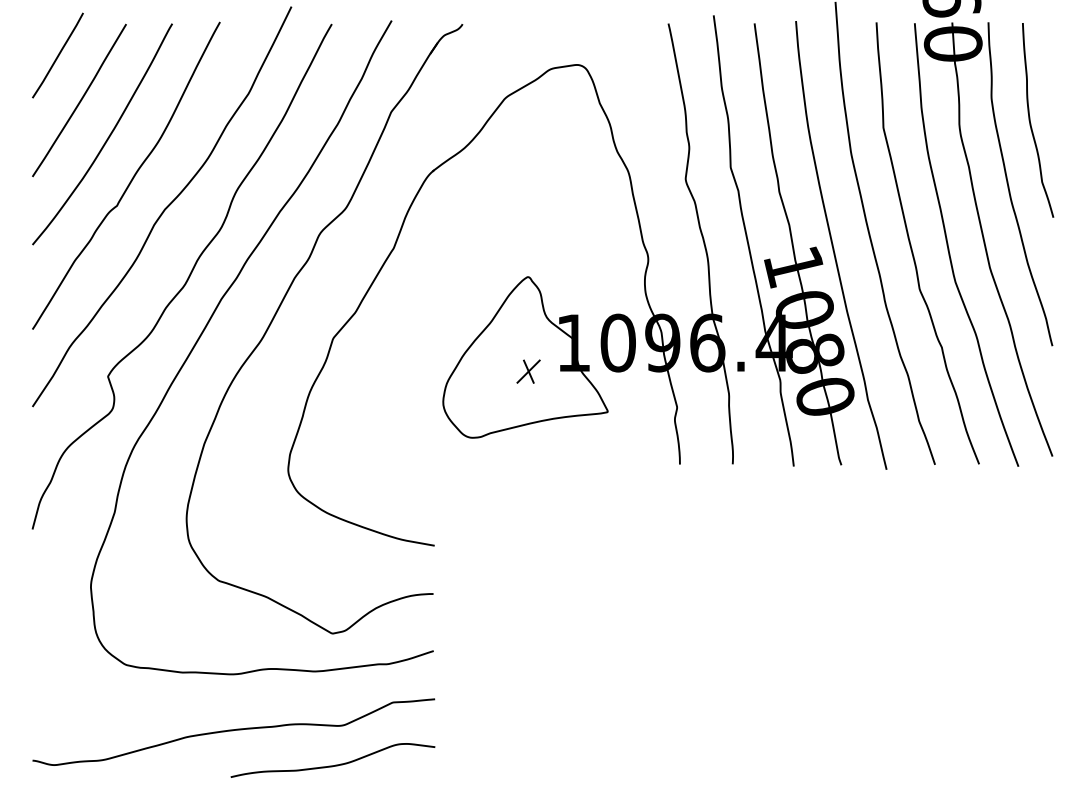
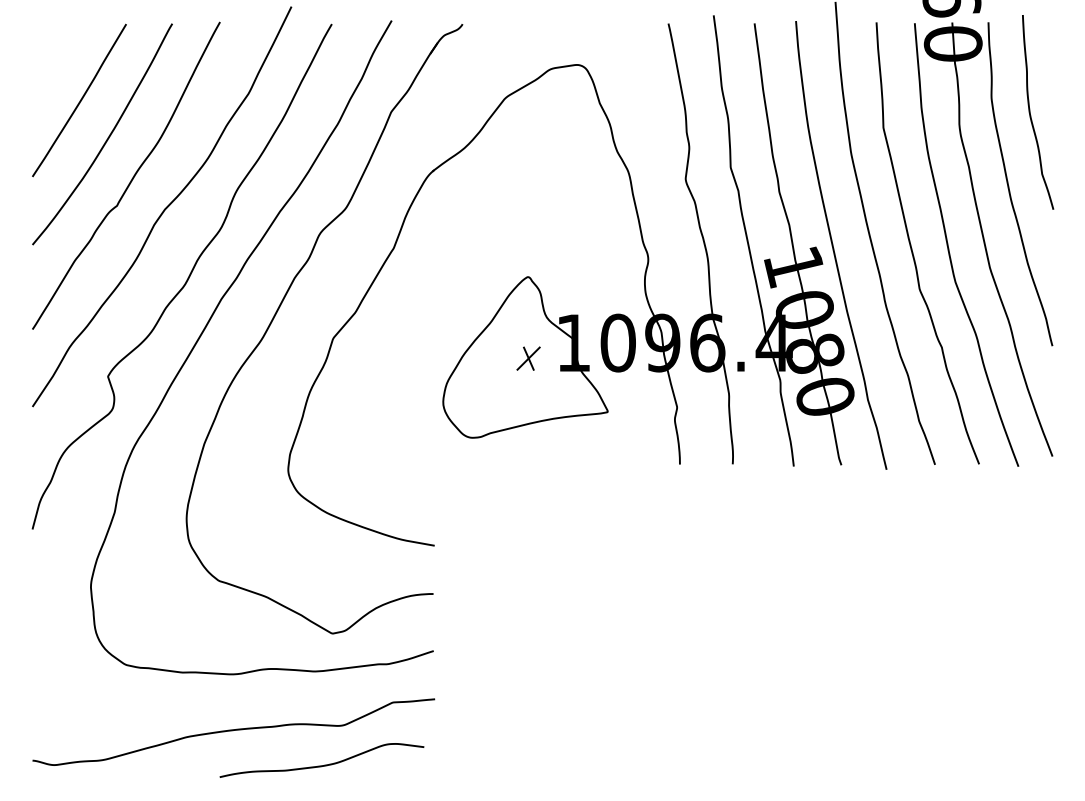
line at (57, 55): present -> none
curve at (1031, 123) position: (1031, 123) -> (1031, 115)
part at (528, 371) position: (528, 371) -> (528, 358)
curve at (335, 764) position: (335, 764) -> (324, 764)
